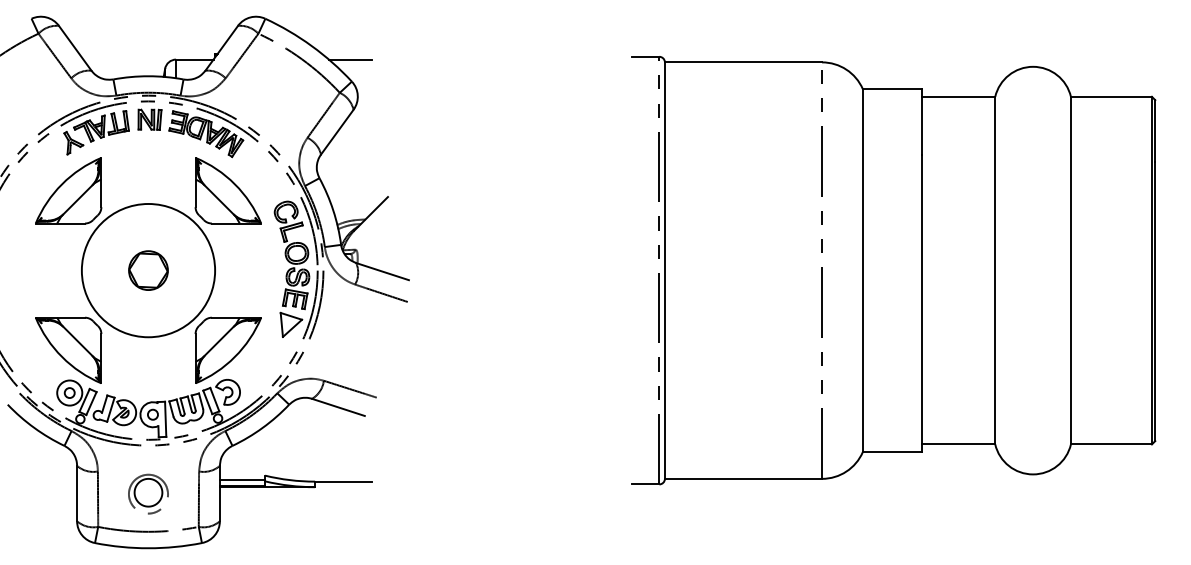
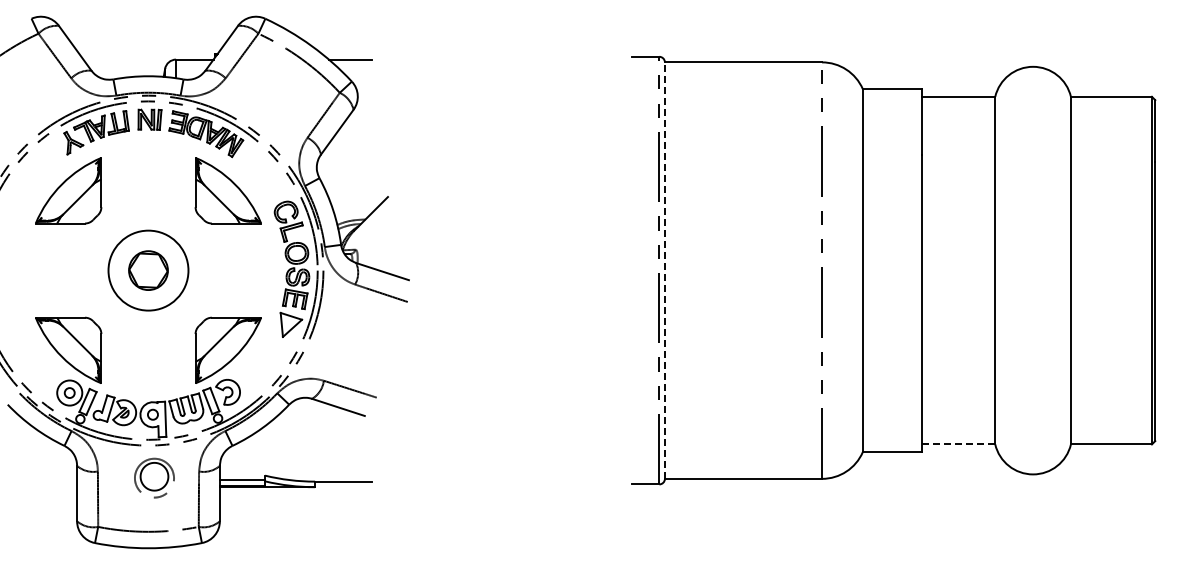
circle at (148, 270) diameter: 133 px -> 80 px
line at (664, 270): solid -> dashed
line at (958, 444): solid -> dashed
part at (148, 493) position: (148, 493) -> (154, 477)
